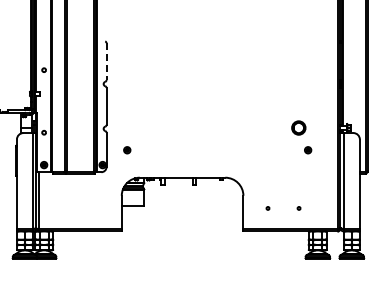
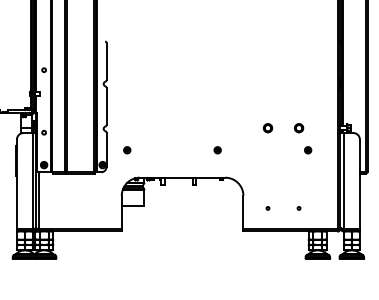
line at (106, 62): dashed -> solid
part at (298, 127) size: 16x16 px -> 11x11 px
part at (267, 128): none -> present
part at (217, 150): none -> present
